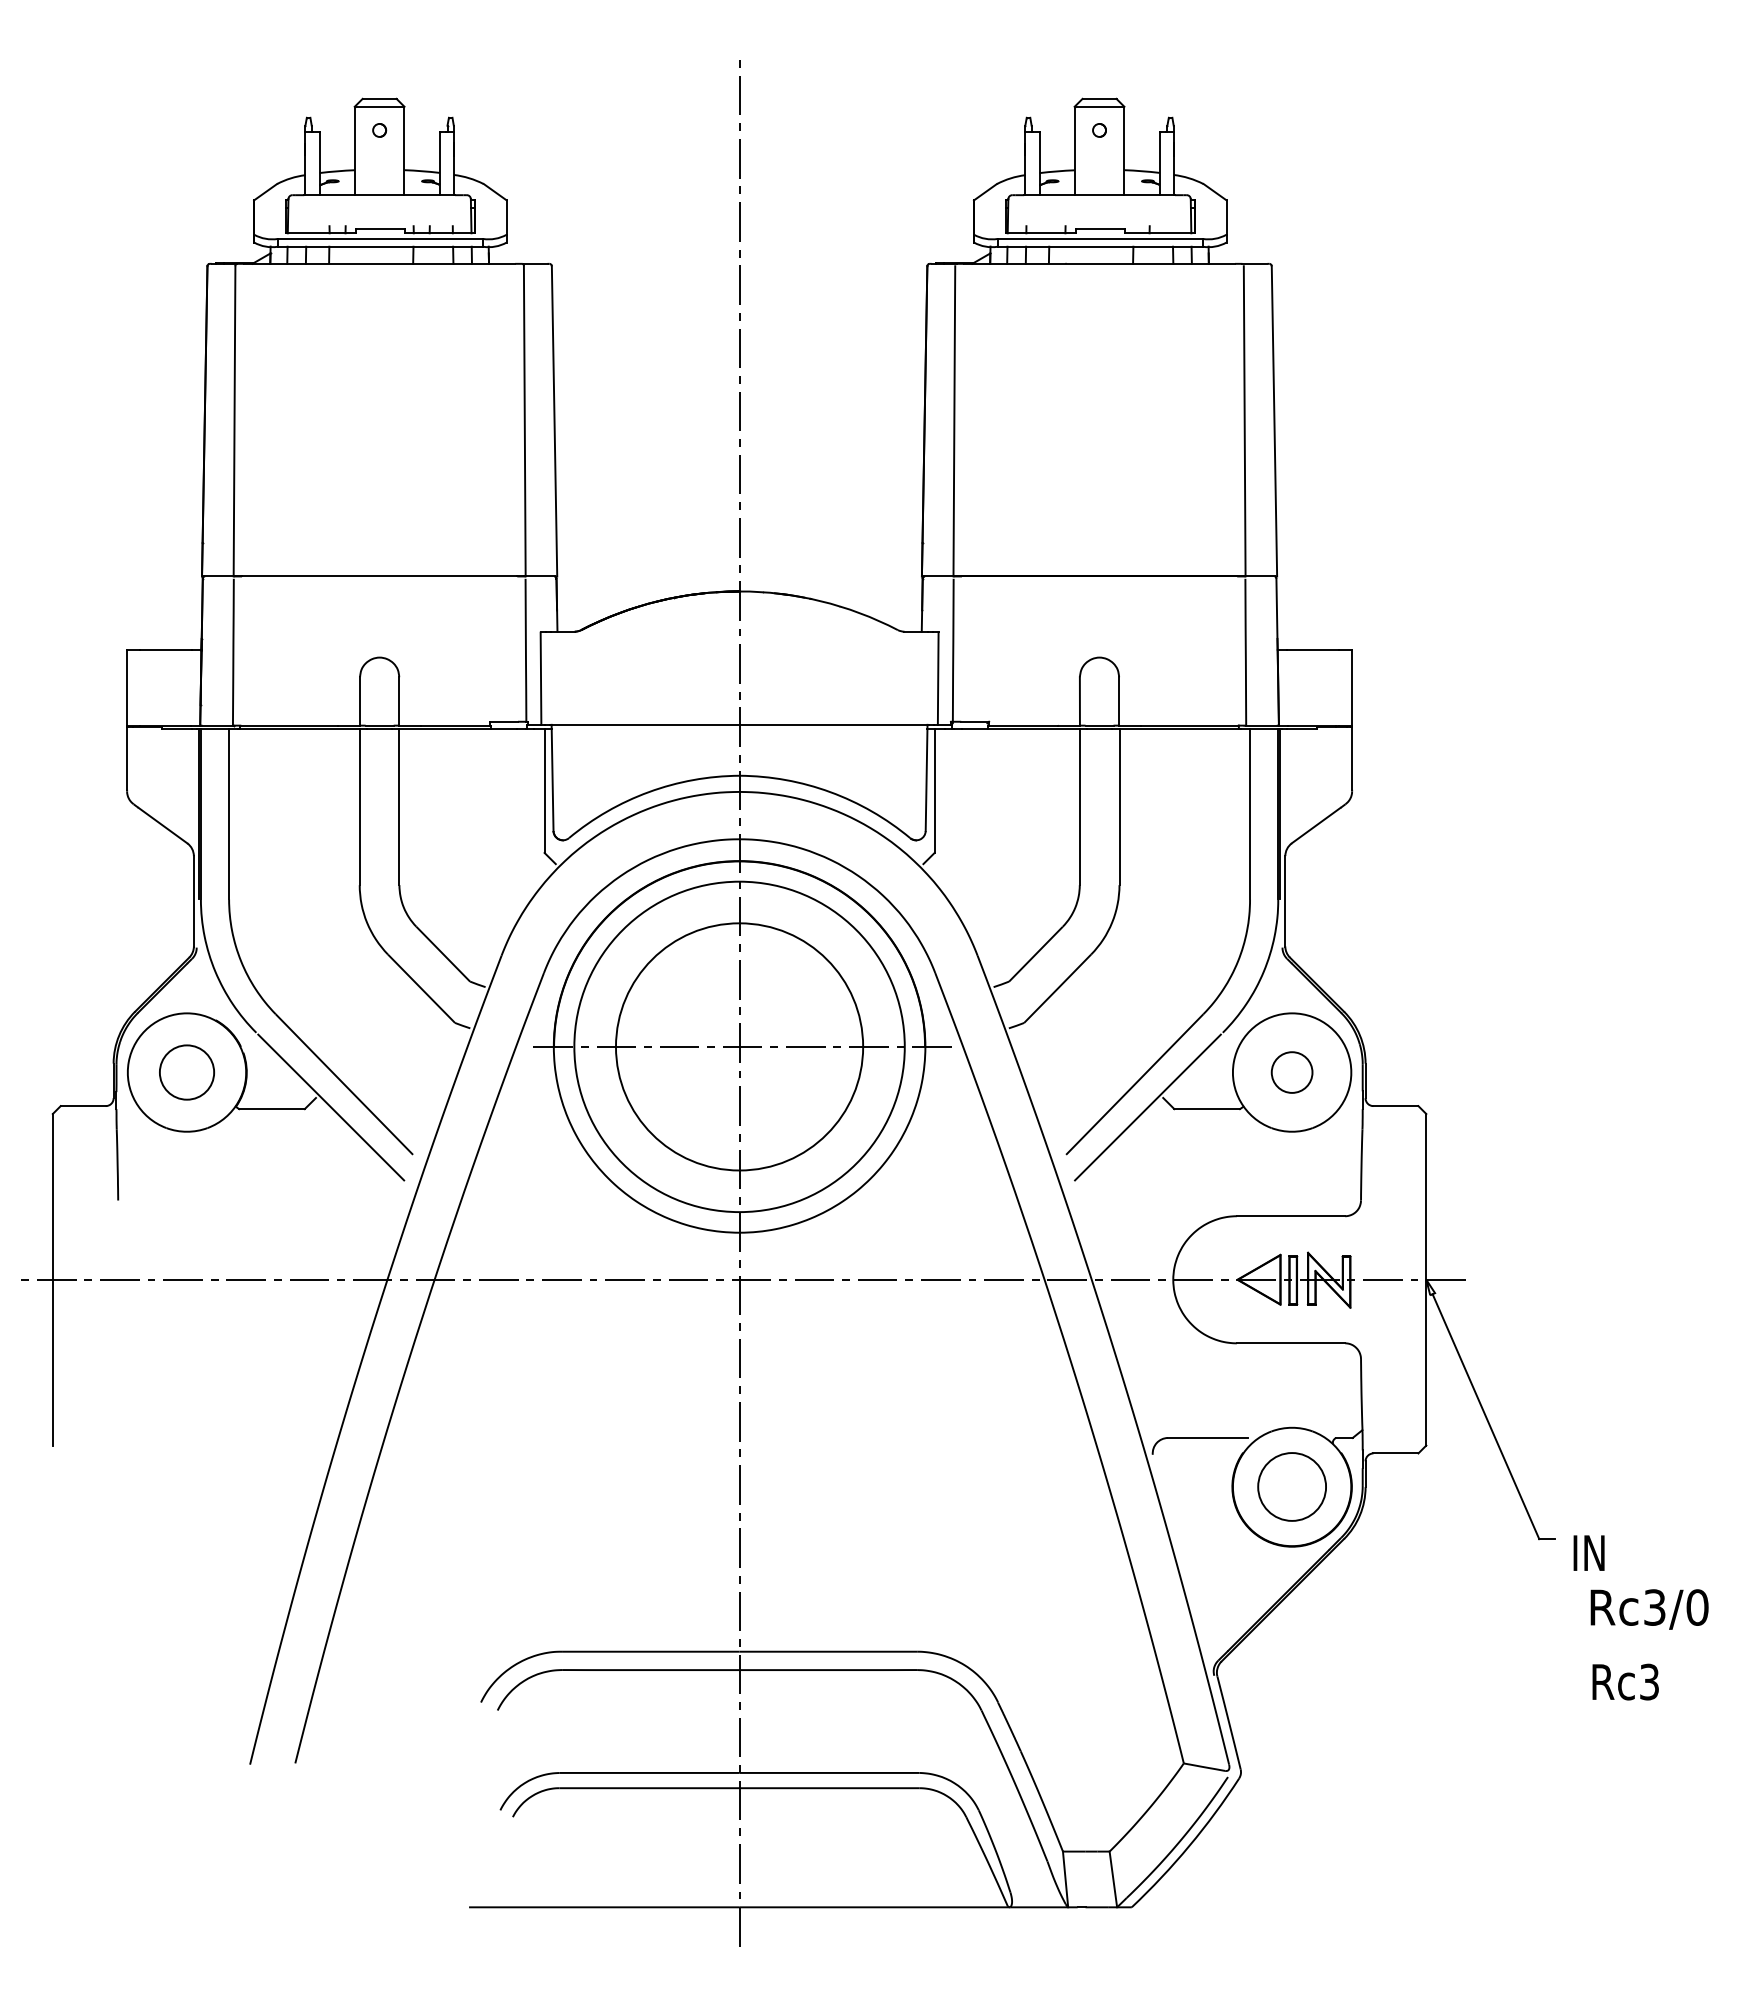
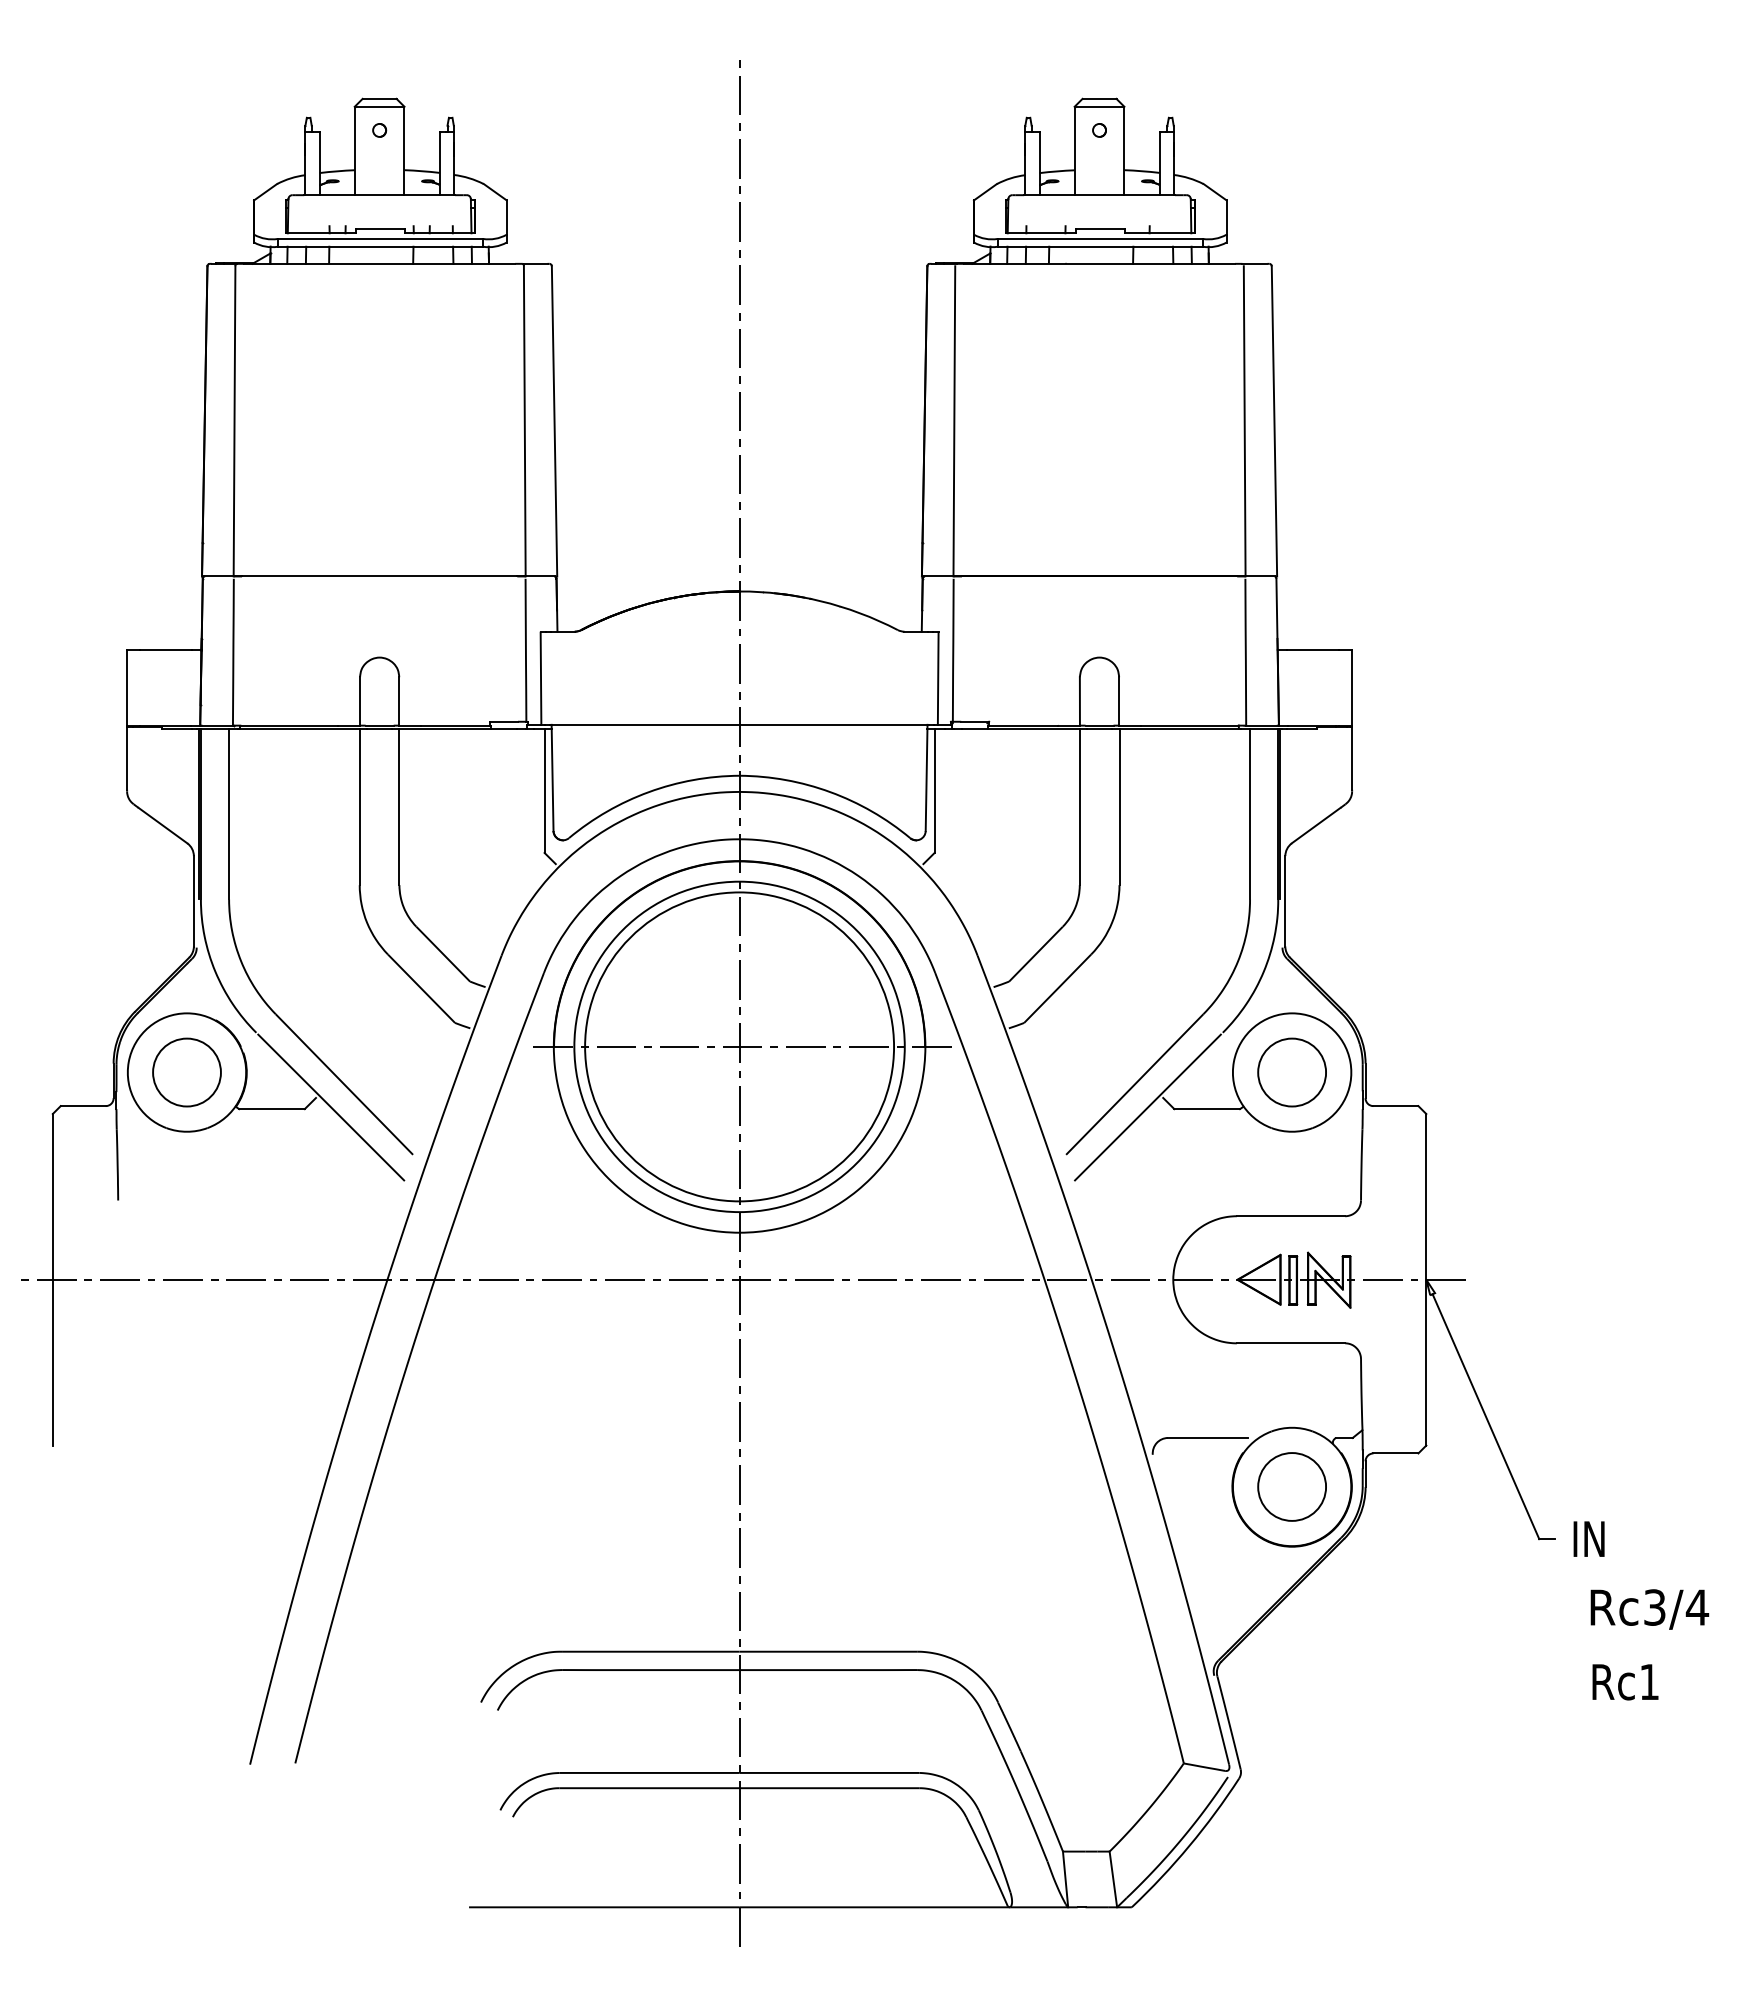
circle at (739, 1046) diameter: 247 px -> 309 px
circle at (186, 1072) size: 56x57 px -> 70x71 px
circle at (1291, 1072) diameter: 41 px -> 68 px
text at (1588, 1552) position: (1588, 1552) -> (1588, 1538)
text at (1697, 1607): Rc3/0 -> Rc3/4
text at (1649, 1681): Rc3 -> Rc1
